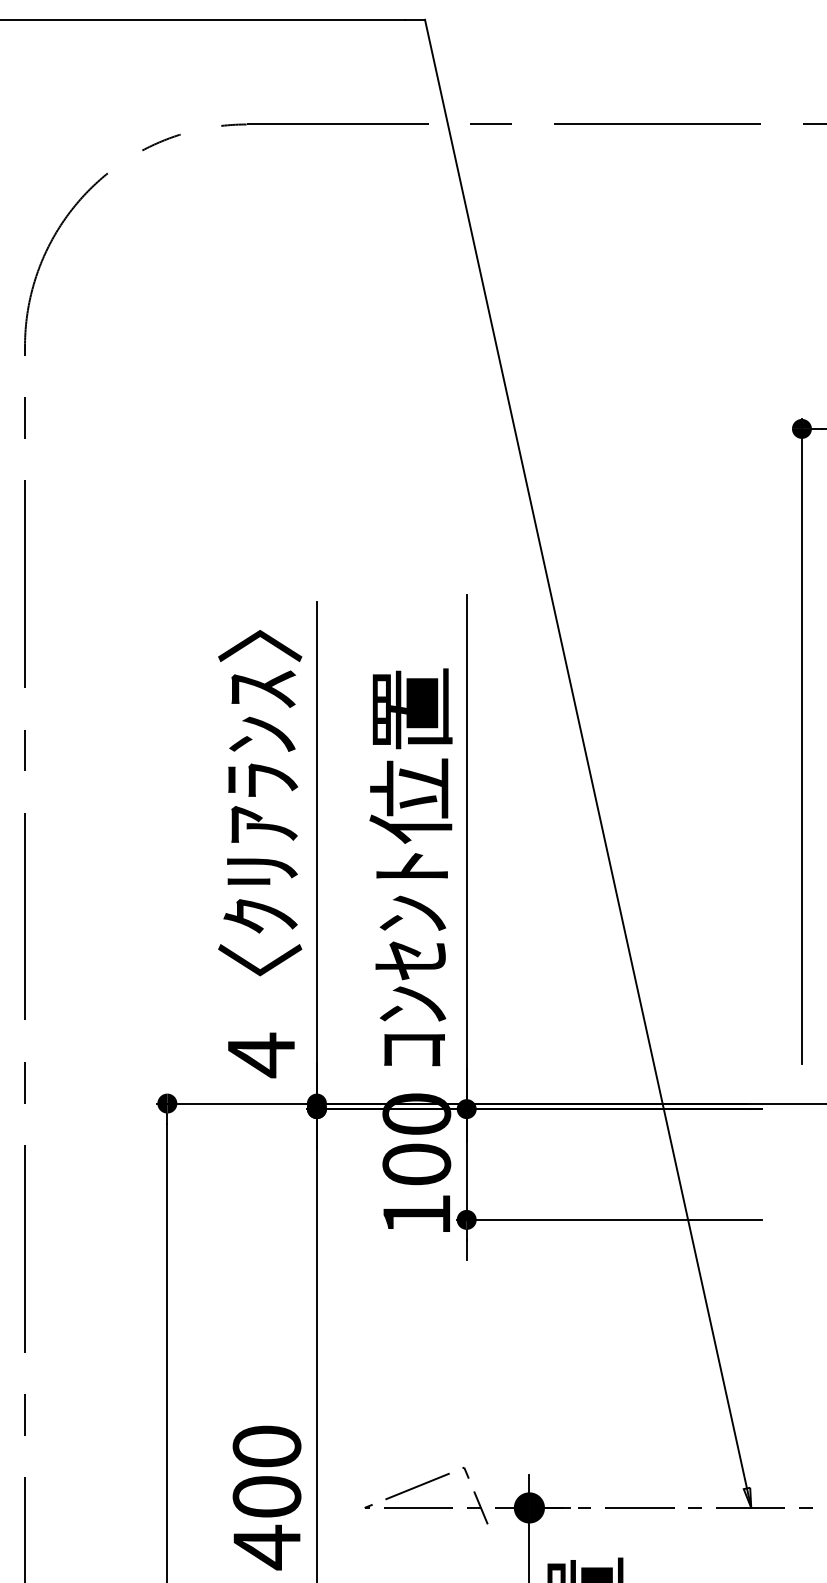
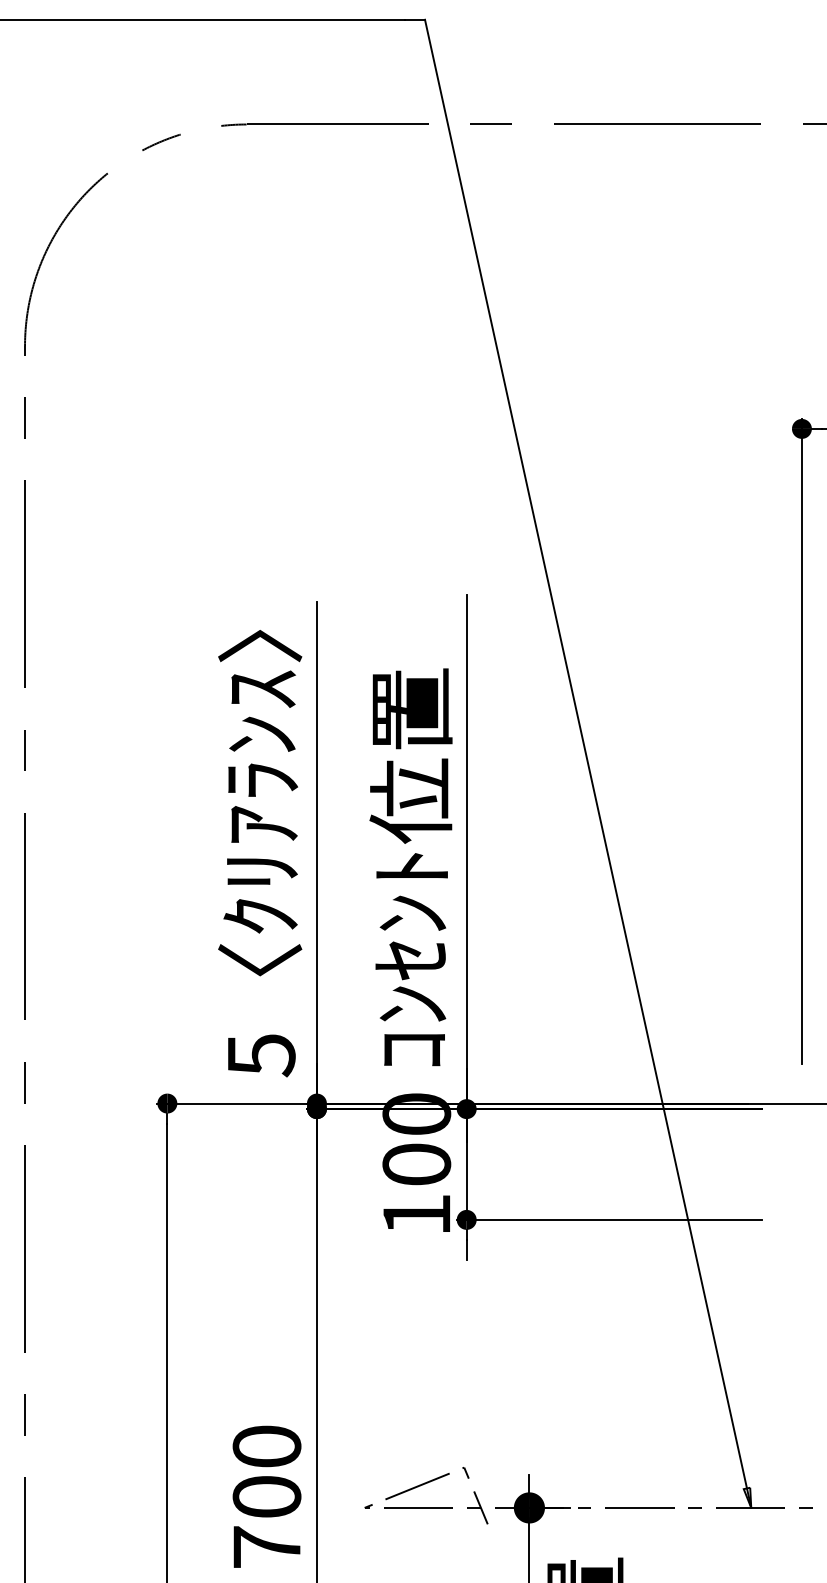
text at (261, 1055): 4 -> 5
text at (266, 1547): 400 -> 700
